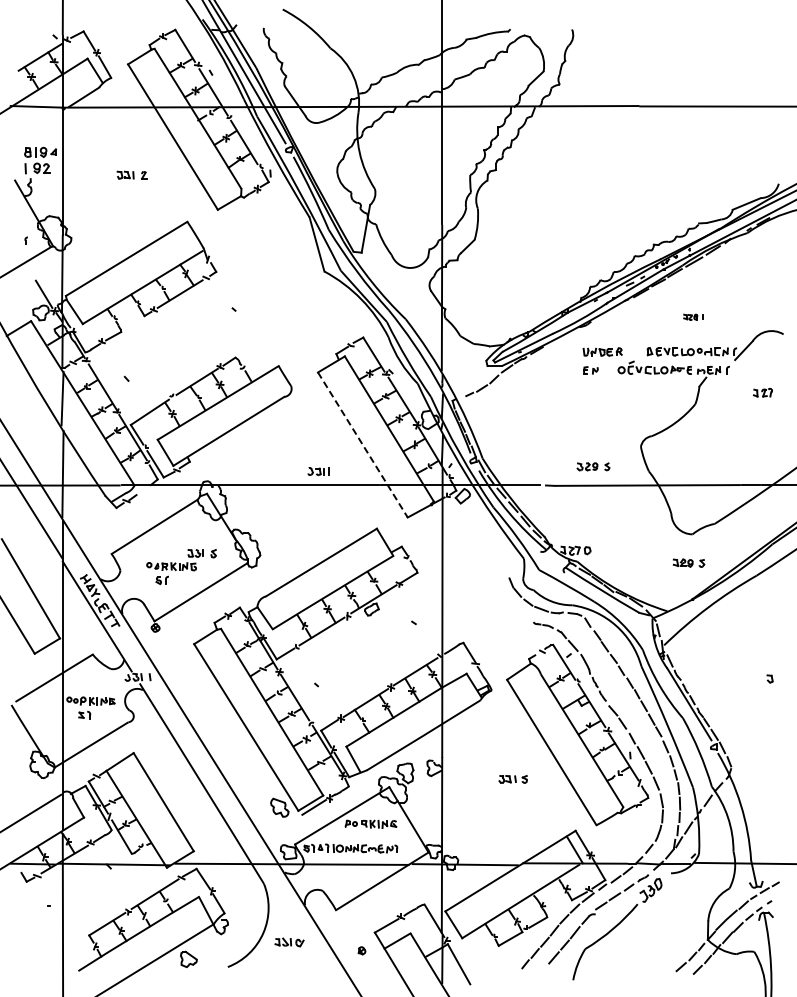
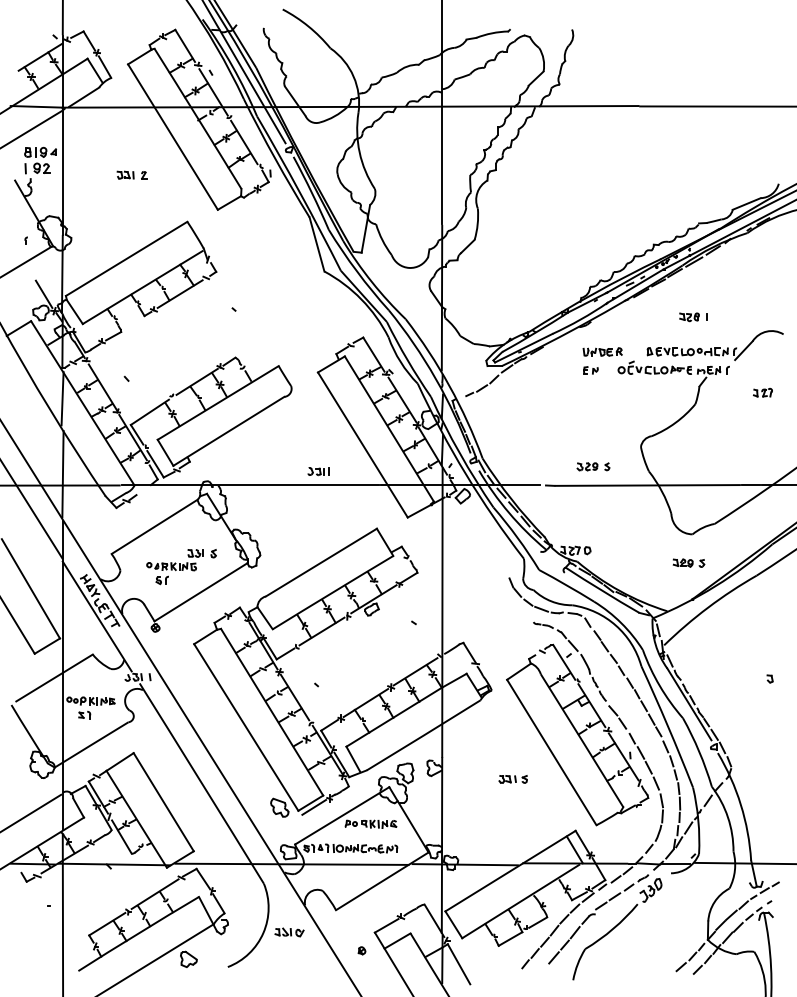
line at (31, 129): none -> present
part at (693, 316) size: 21x8 px -> 29x11 px
line at (363, 445): dashed -> solid
part at (289, 942) position: (289, 942) -> (289, 932)
